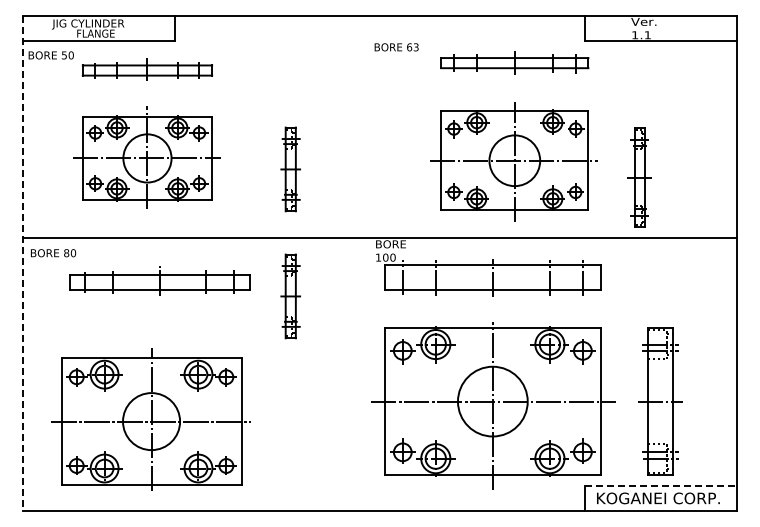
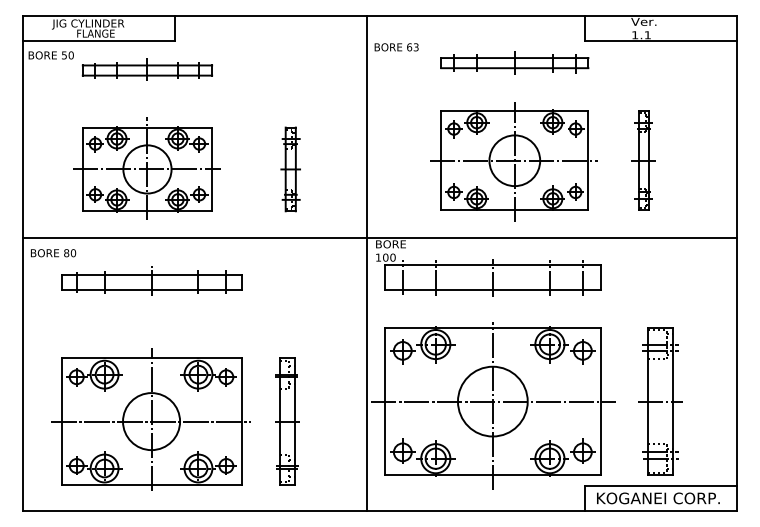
part at (146, 157) position: (146, 157) -> (146, 168)
part at (639, 177) position: (639, 177) -> (643, 160)
line at (22, 263): dashed -> solid
line at (367, 263): none -> present
part at (159, 280) position: (159, 280) -> (151, 280)
part at (290, 296): present -> none
part at (287, 421): none -> present
line at (661, 485): dashed -> solid
